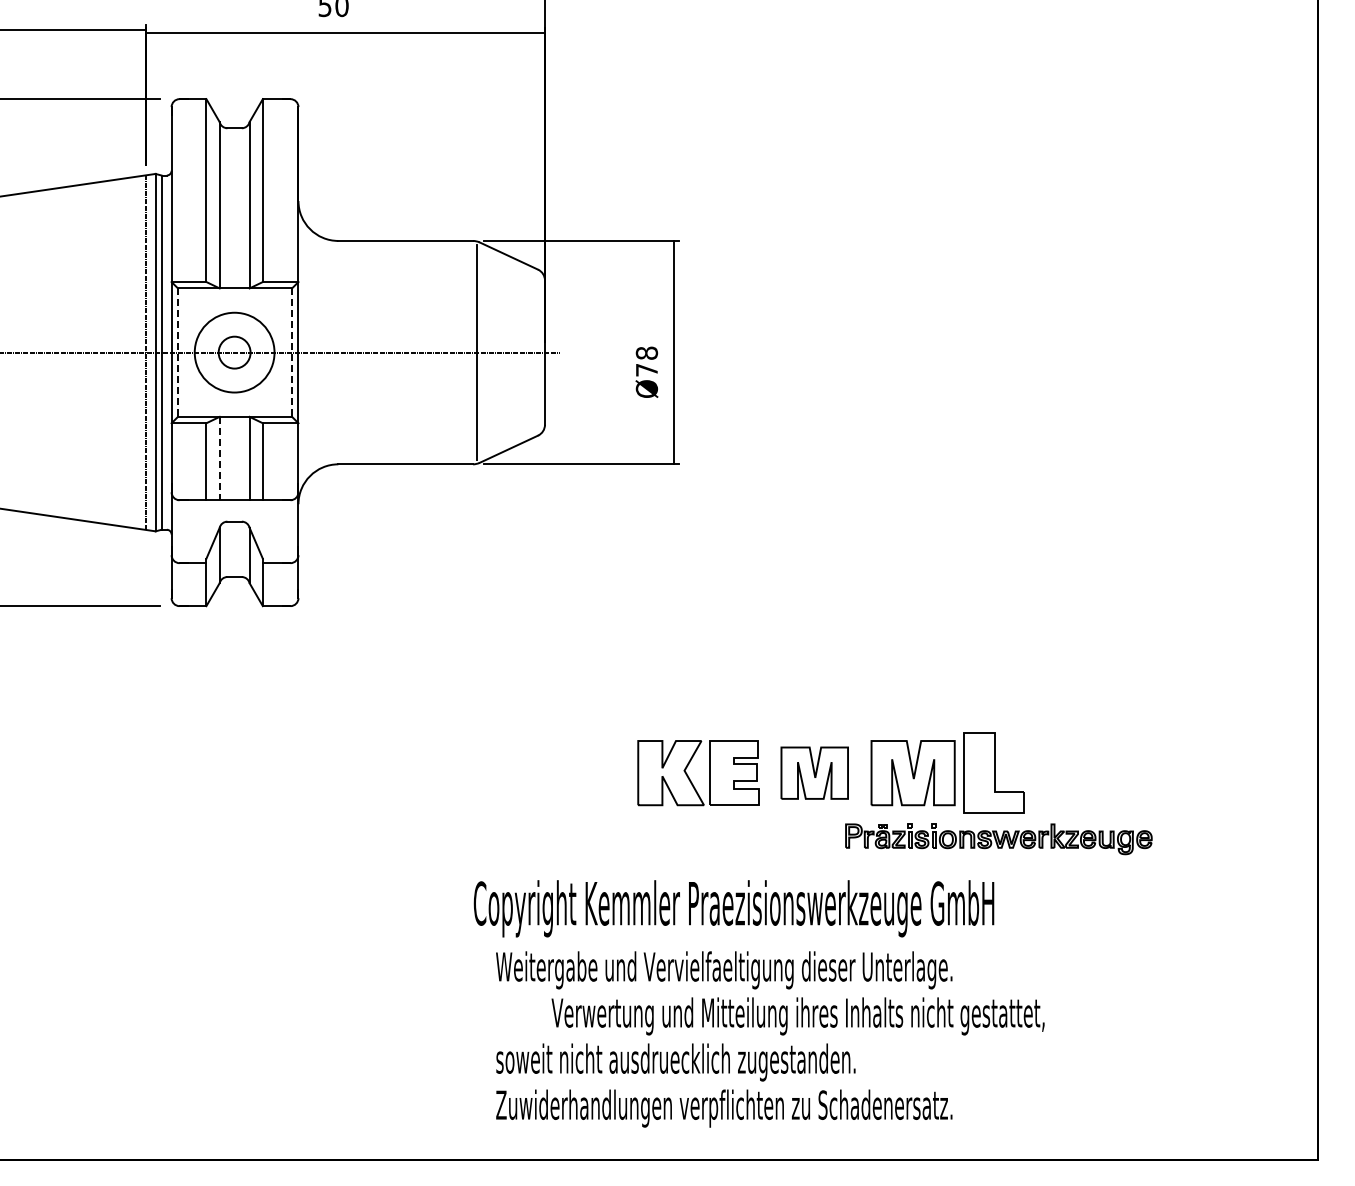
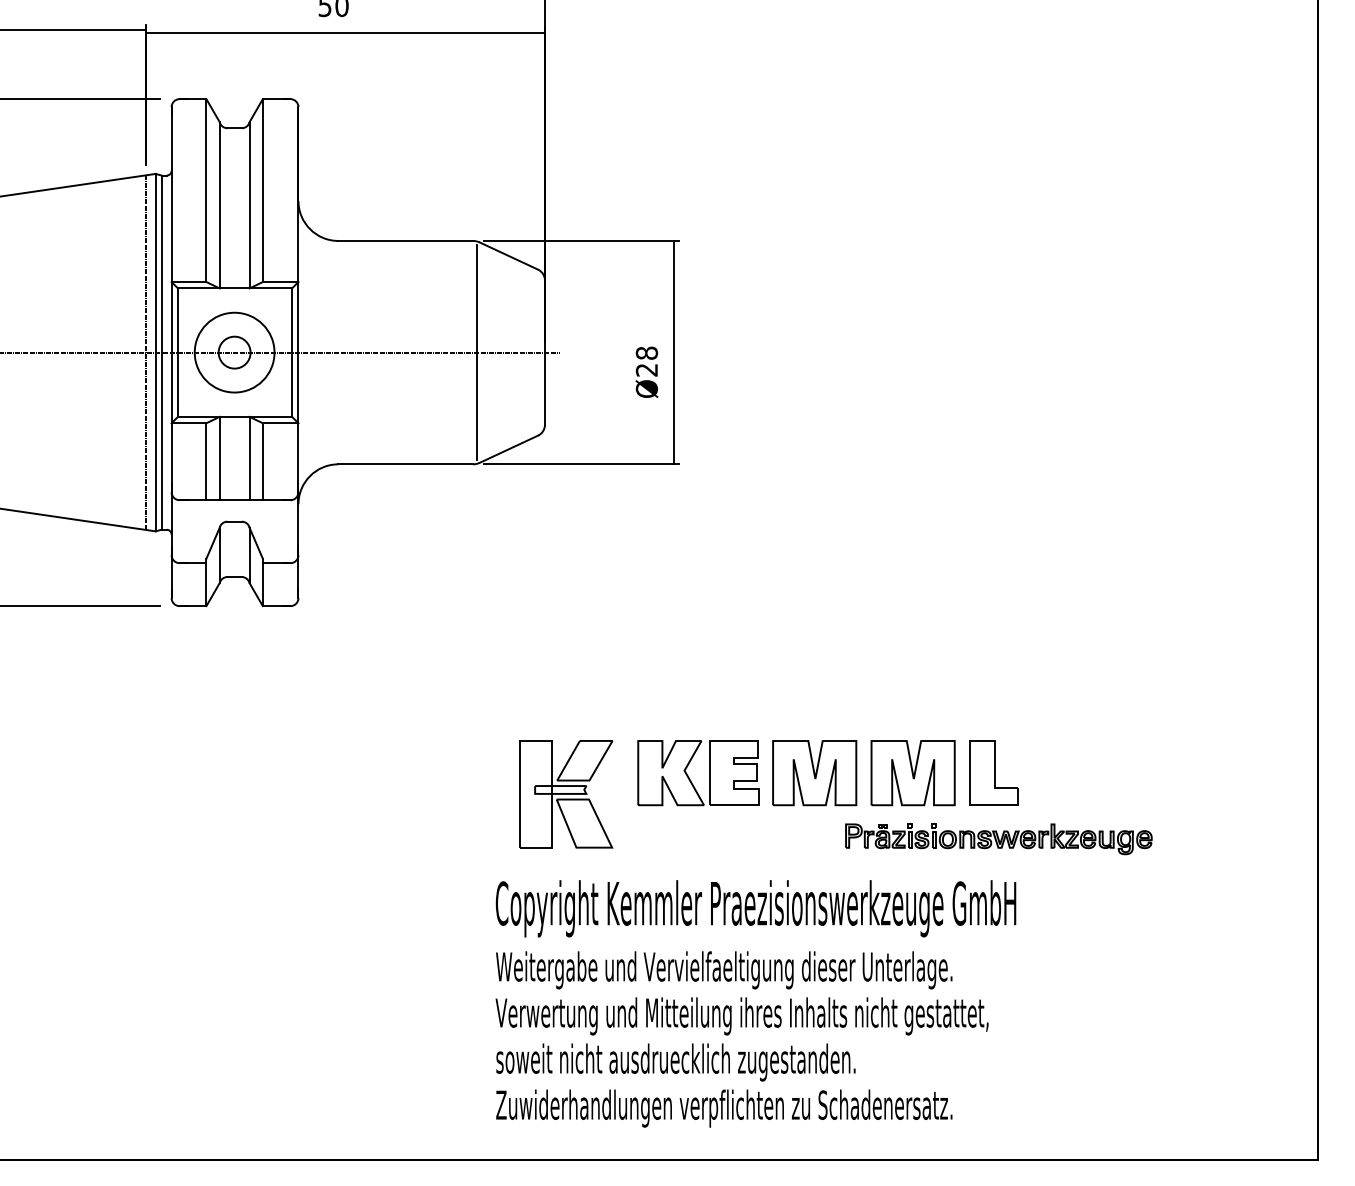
line at (178, 353): dashed -> solid
line at (292, 353): dashed -> solid
text at (646, 370): Ø78 -> Ø28
line at (219, 458): dashed -> solid
part at (814, 772) size: 69x54 px -> 86x67 px
part at (993, 772) size: 62x82 px -> 50x66 px
part at (566, 794): none -> present
text at (733, 908) position: (733, 908) -> (755, 908)
text at (797, 1016) position: (797, 1016) -> (741, 1016)
